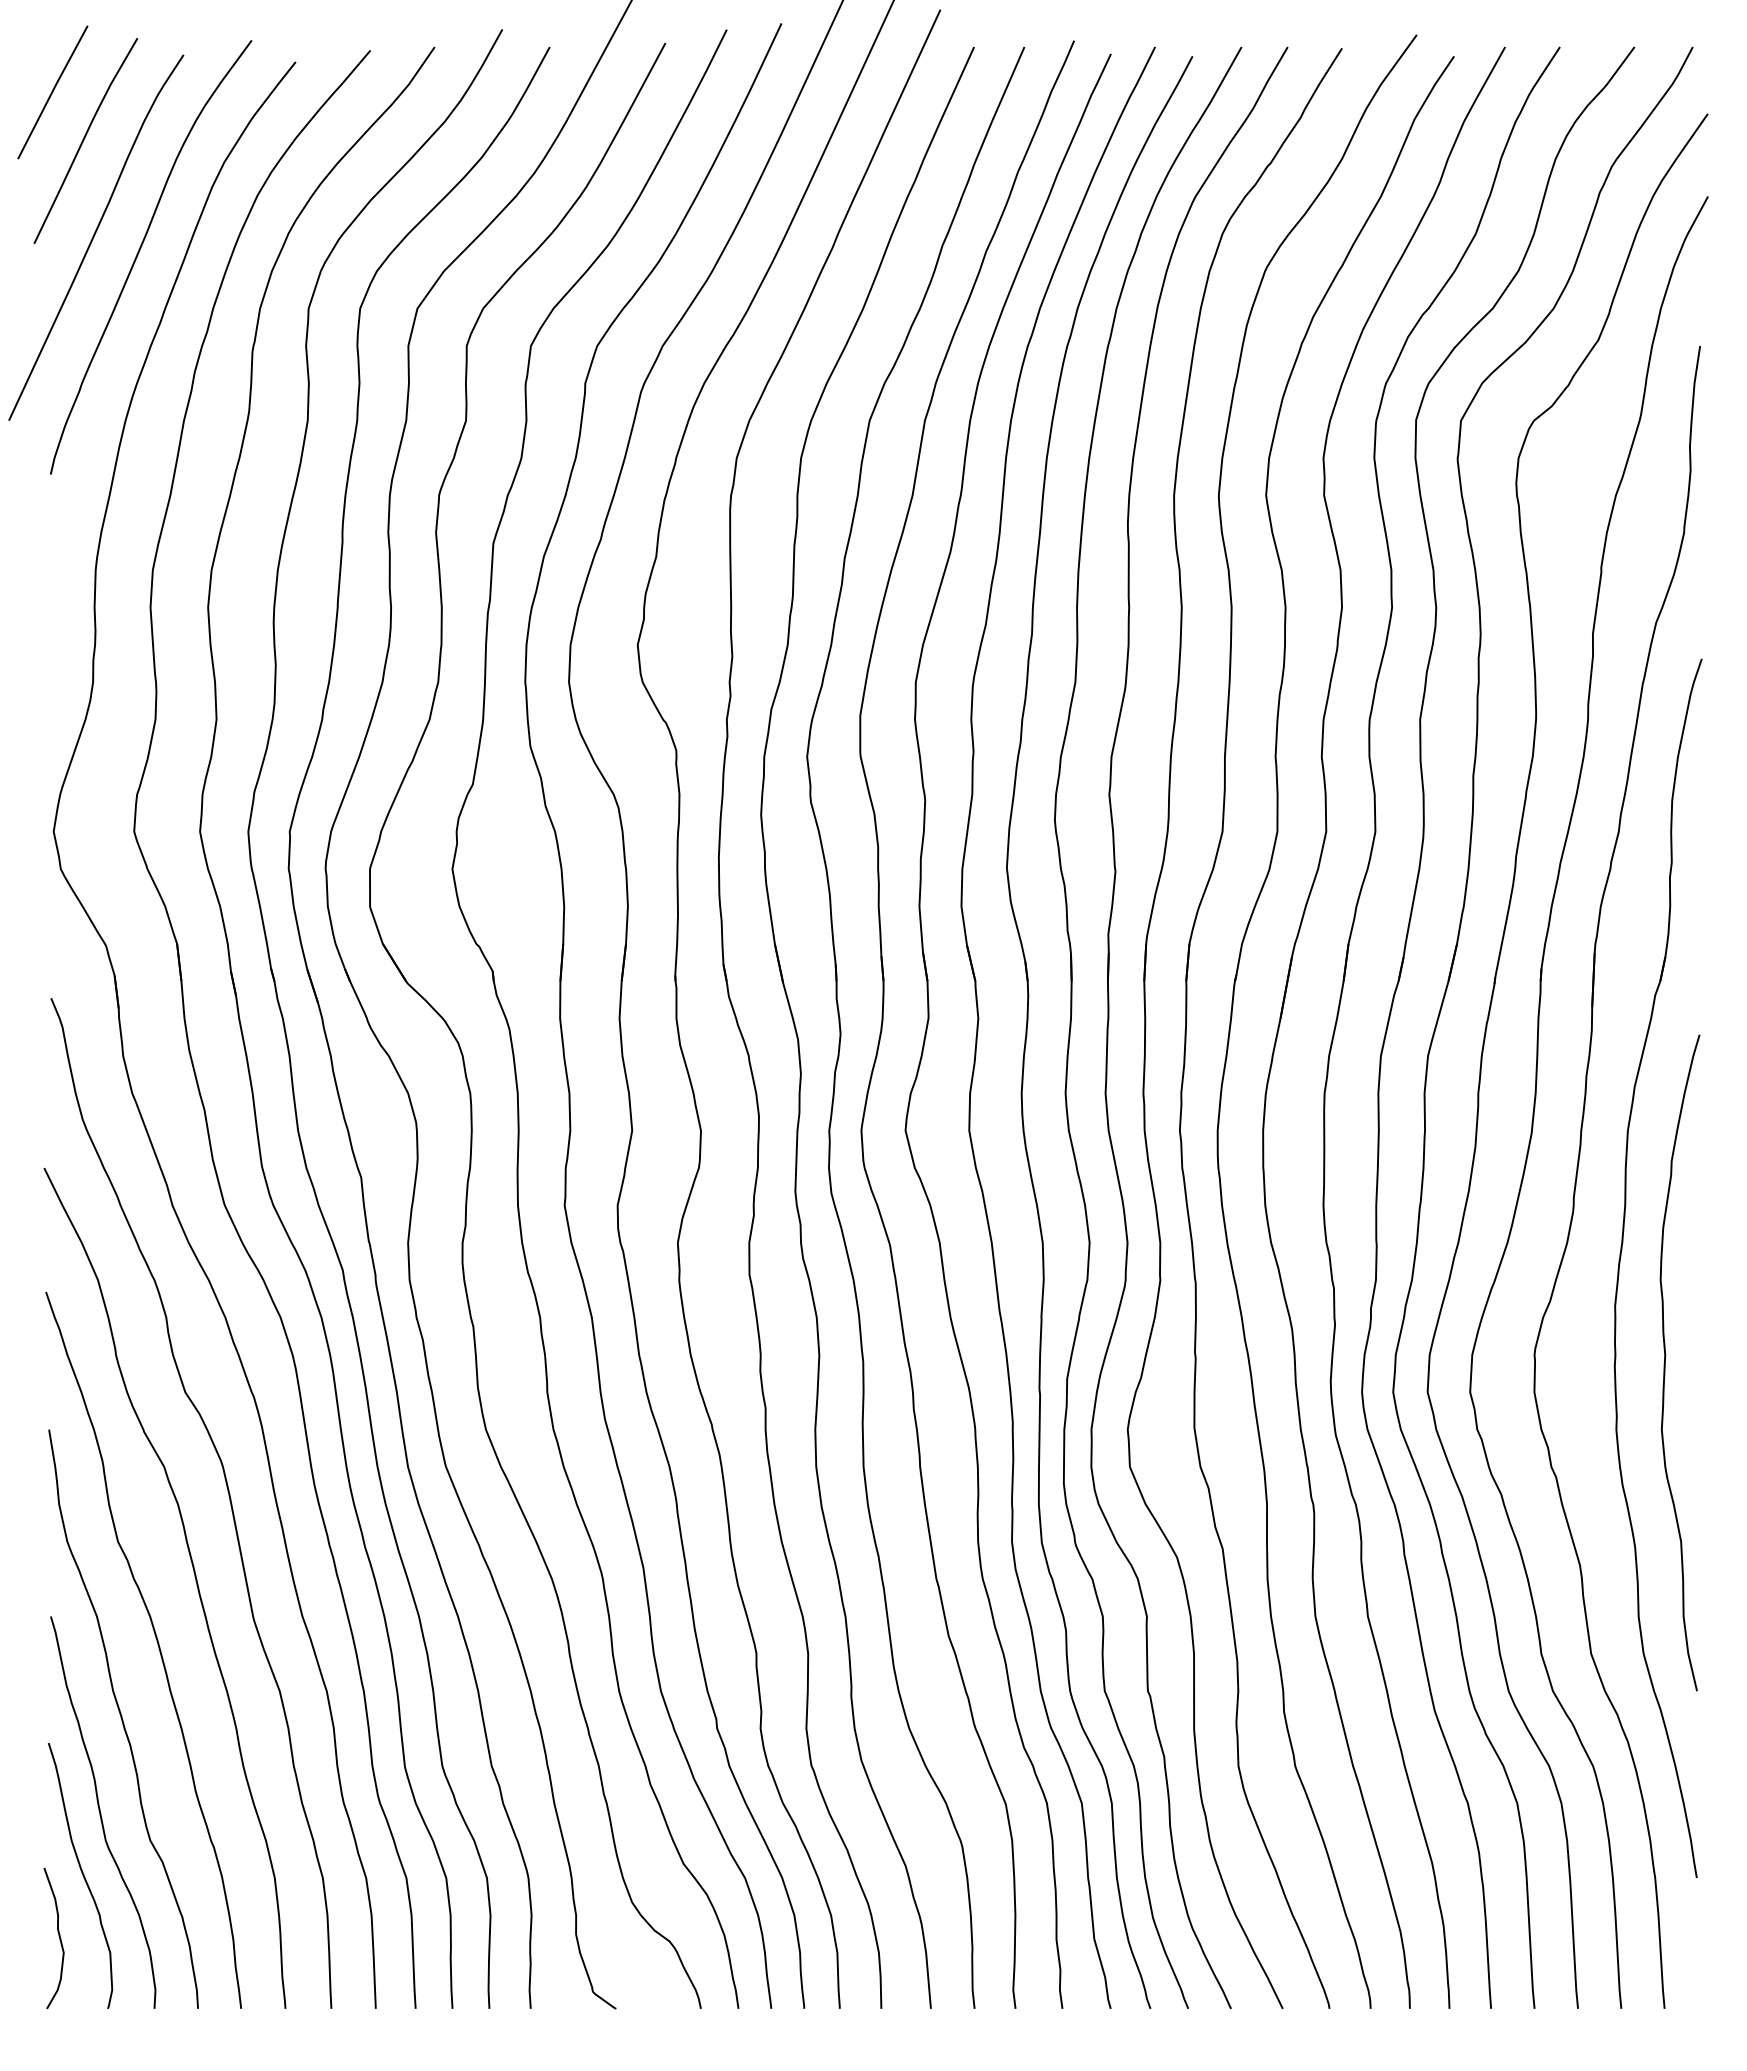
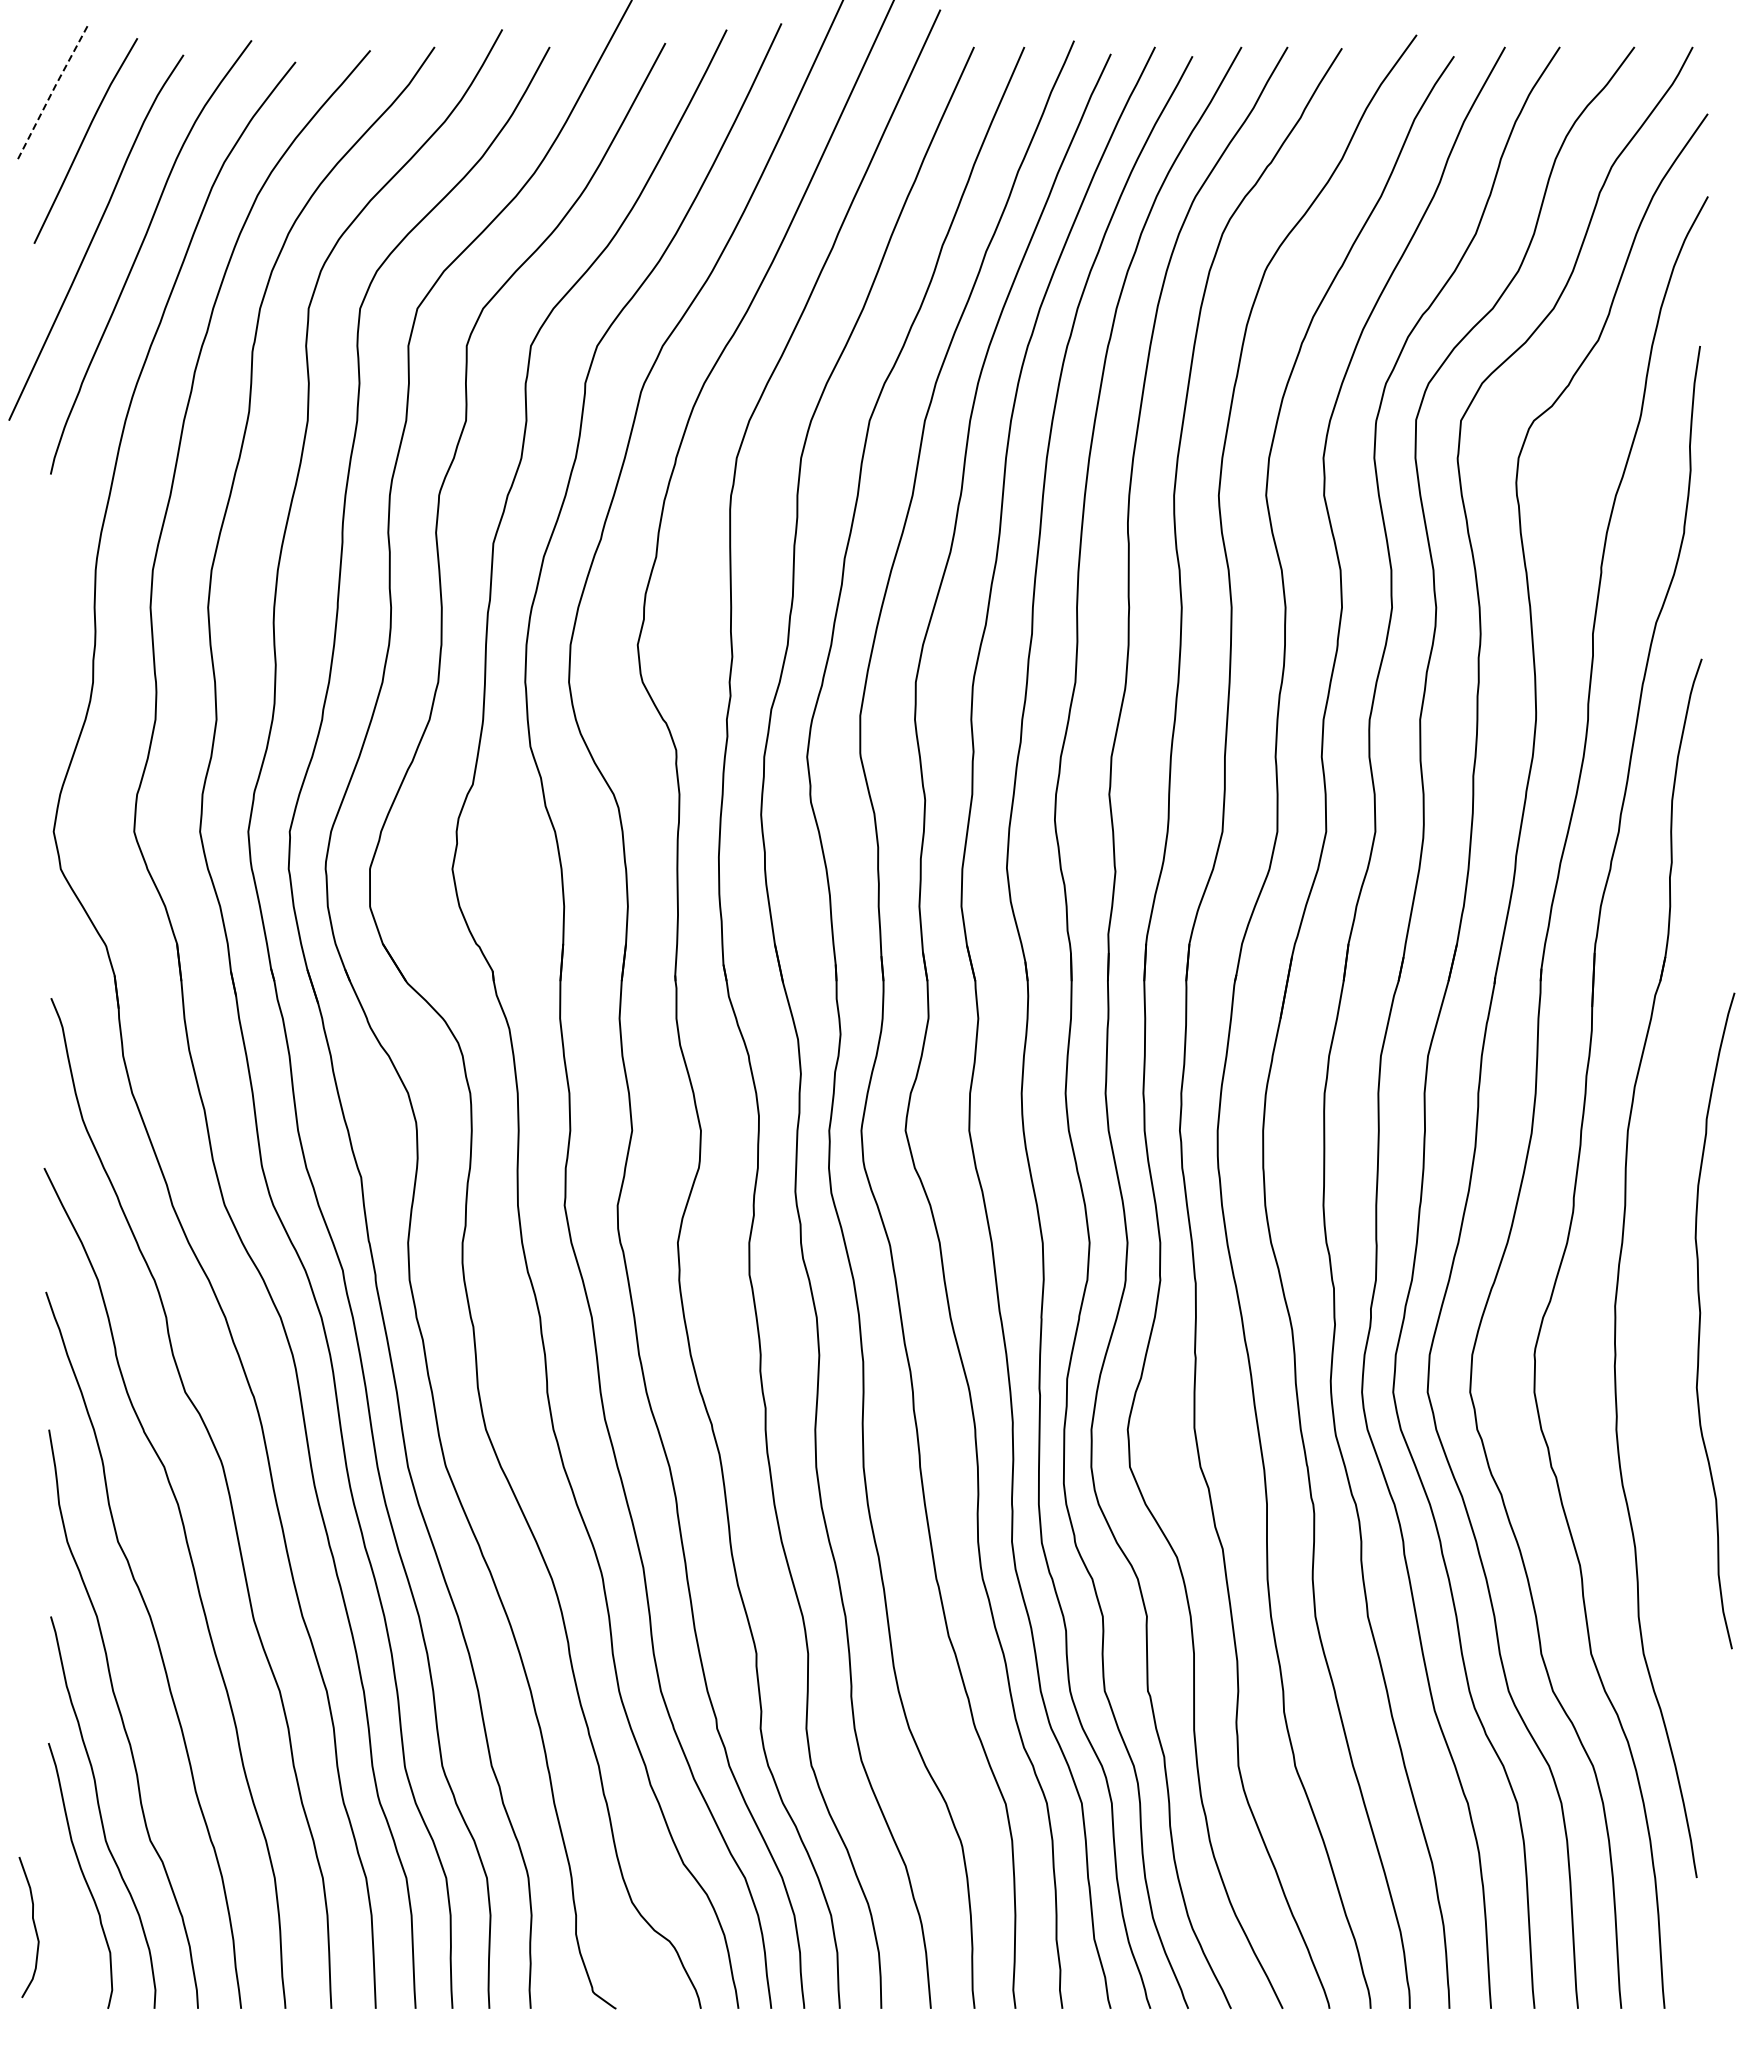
line at (52, 91): solid -> dashed
curve at (1665, 1362) position: (1665, 1362) -> (1700, 1320)
curve at (58, 1936) position: (58, 1936) -> (33, 1925)
